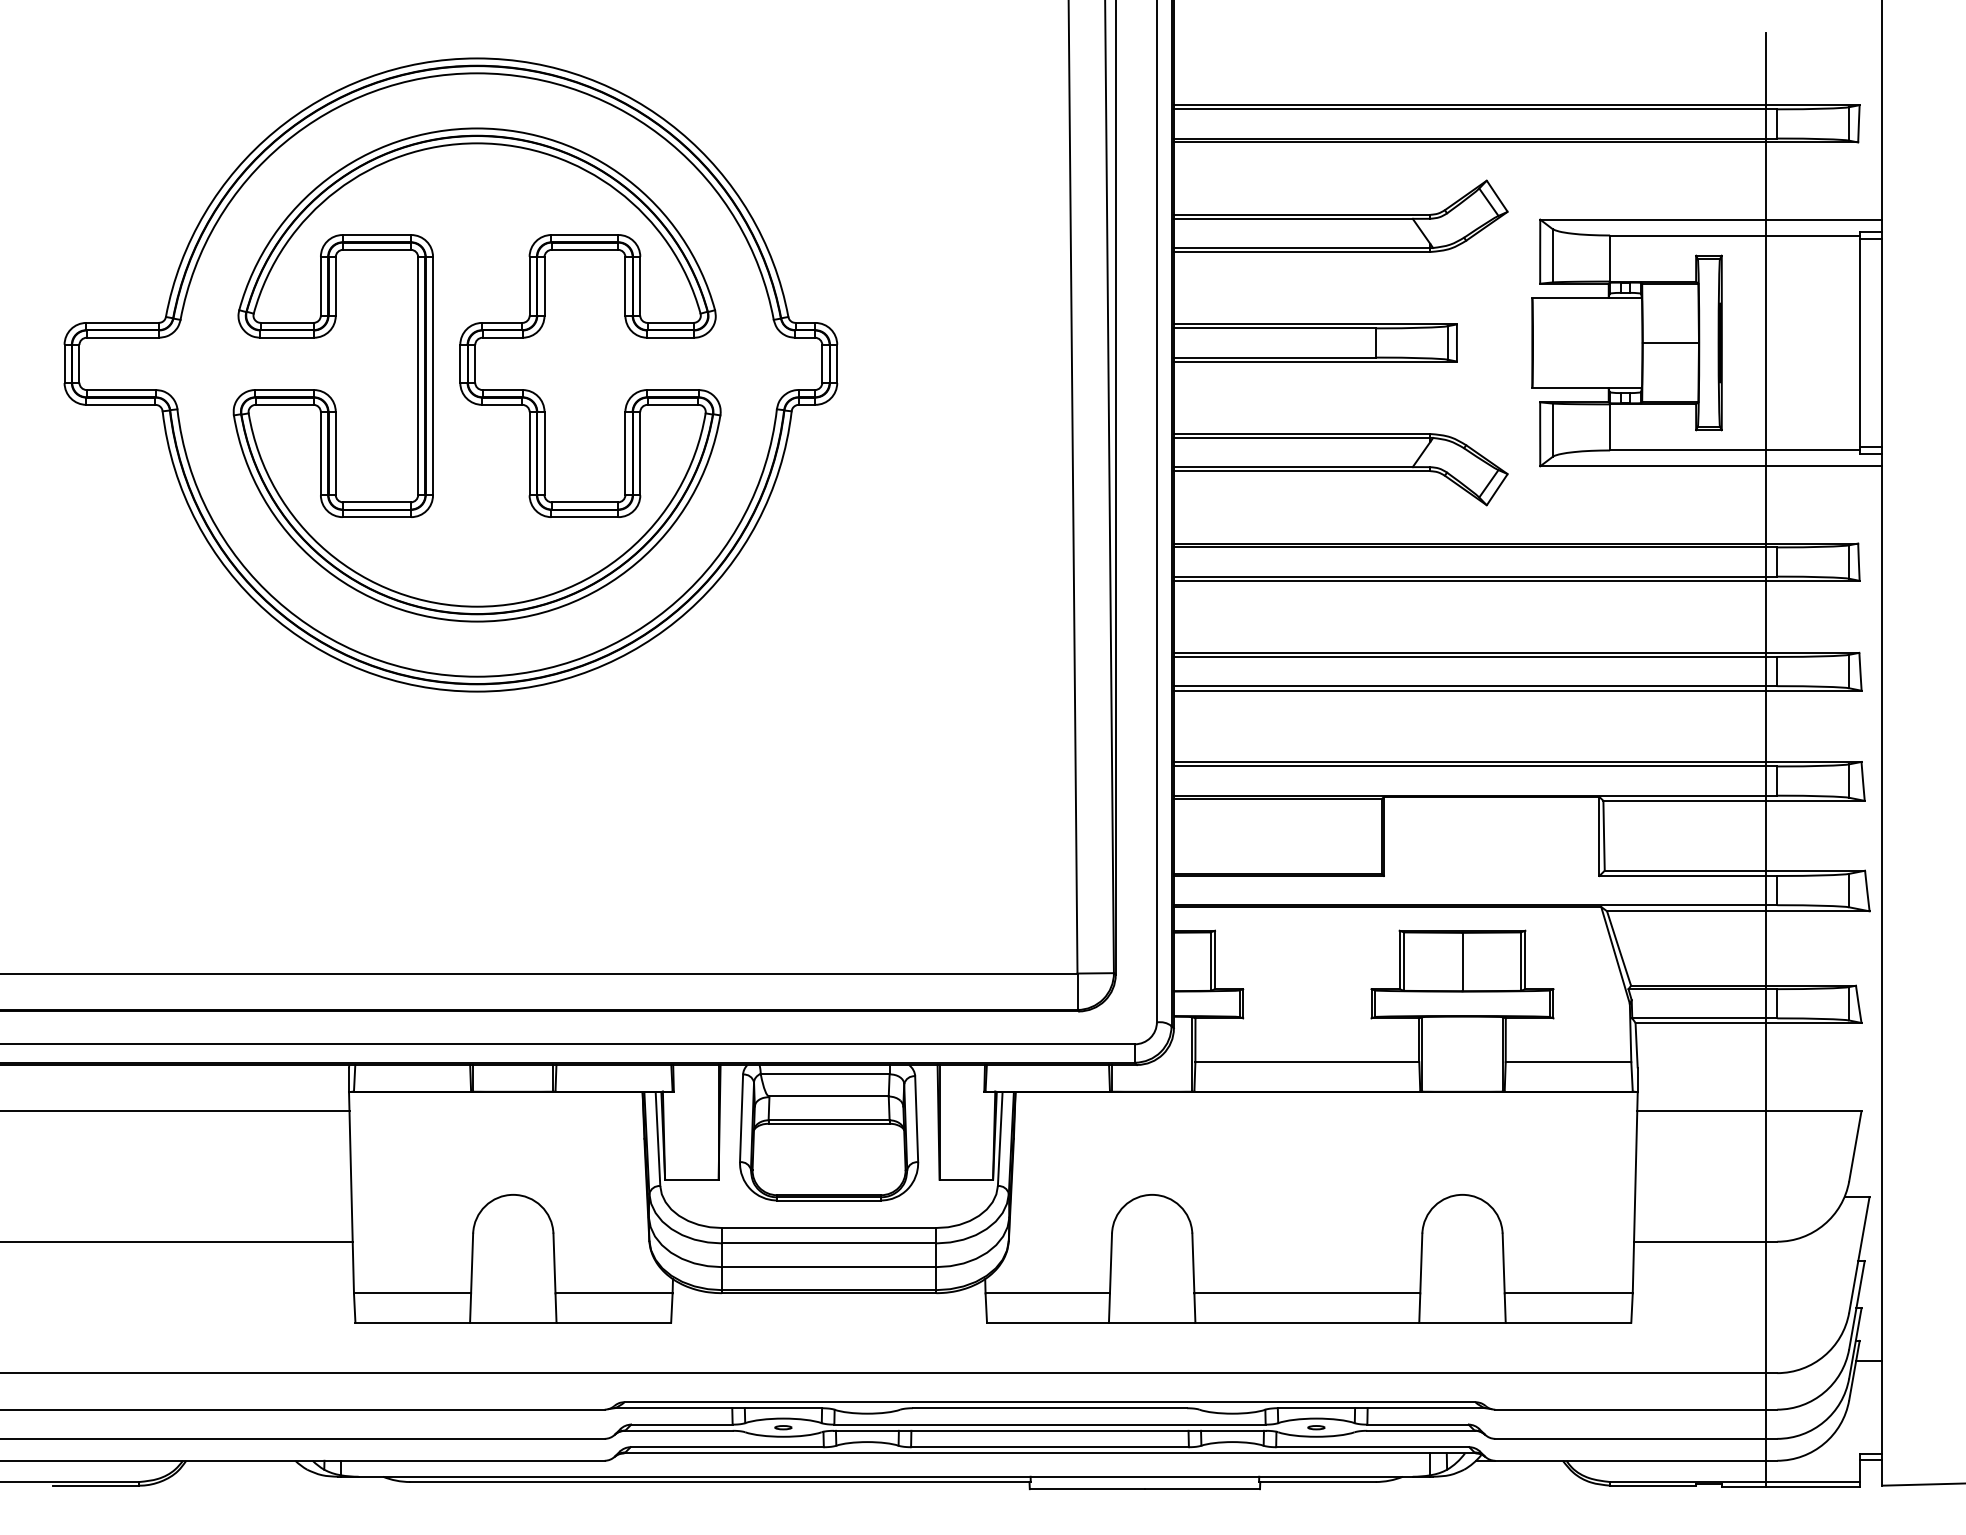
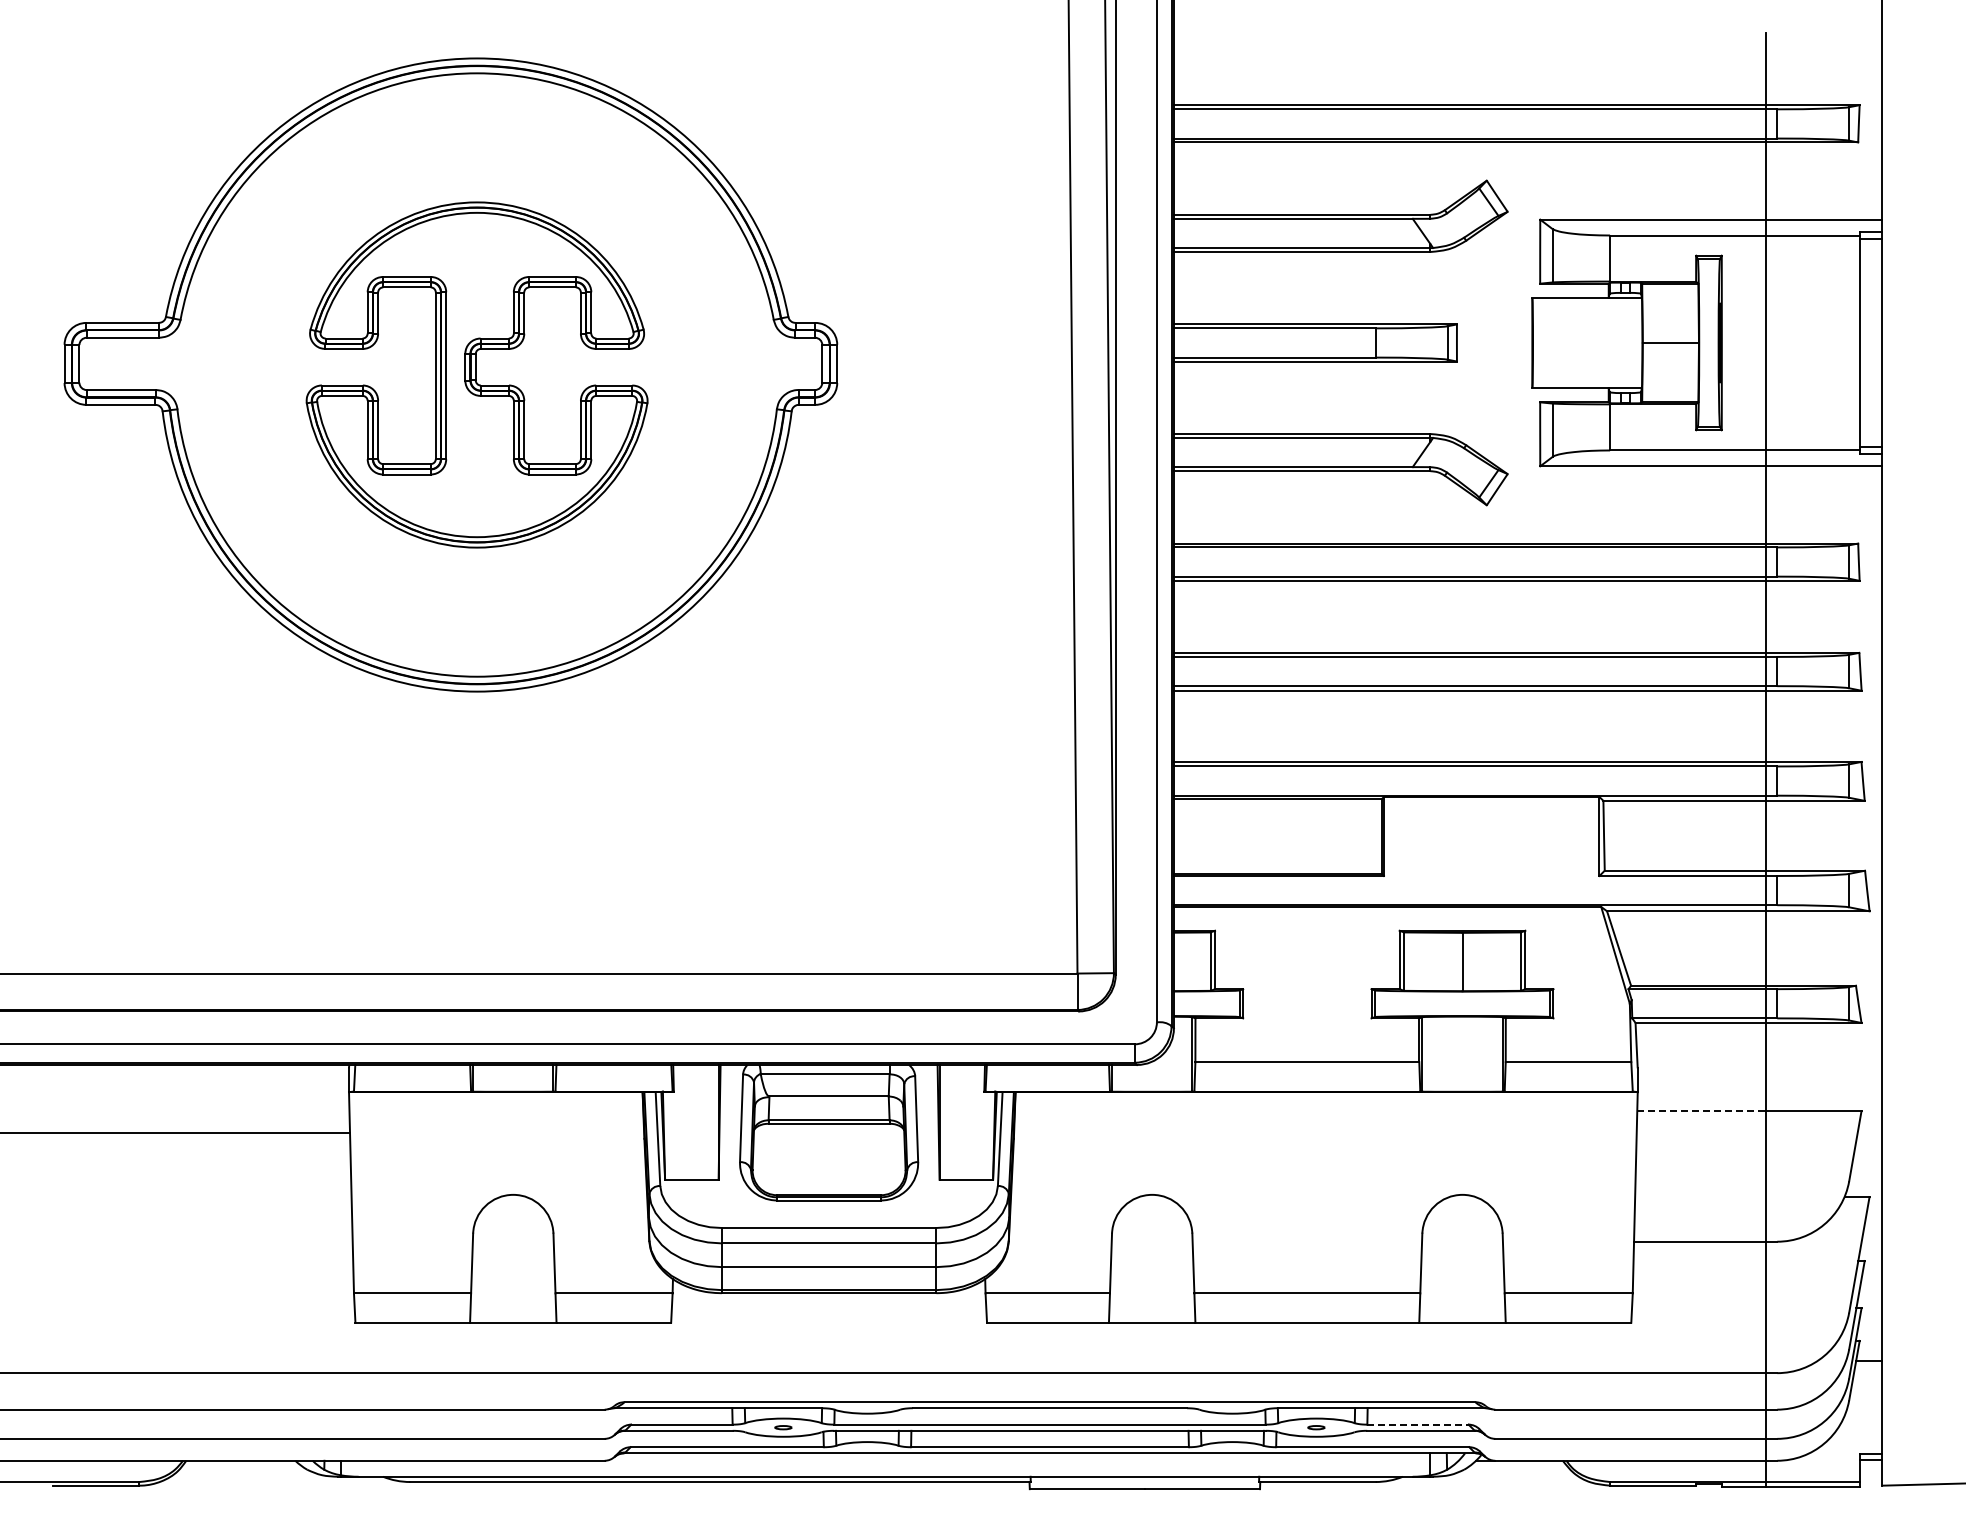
part at (476, 374) size: 490x496 px -> 344x348 px
line at (175, 1111) position: (175, 1111) -> (175, 1133)
line at (1701, 1111): solid -> dashed
line at (177, 1241): present -> none
line at (1418, 1424): solid -> dashed
